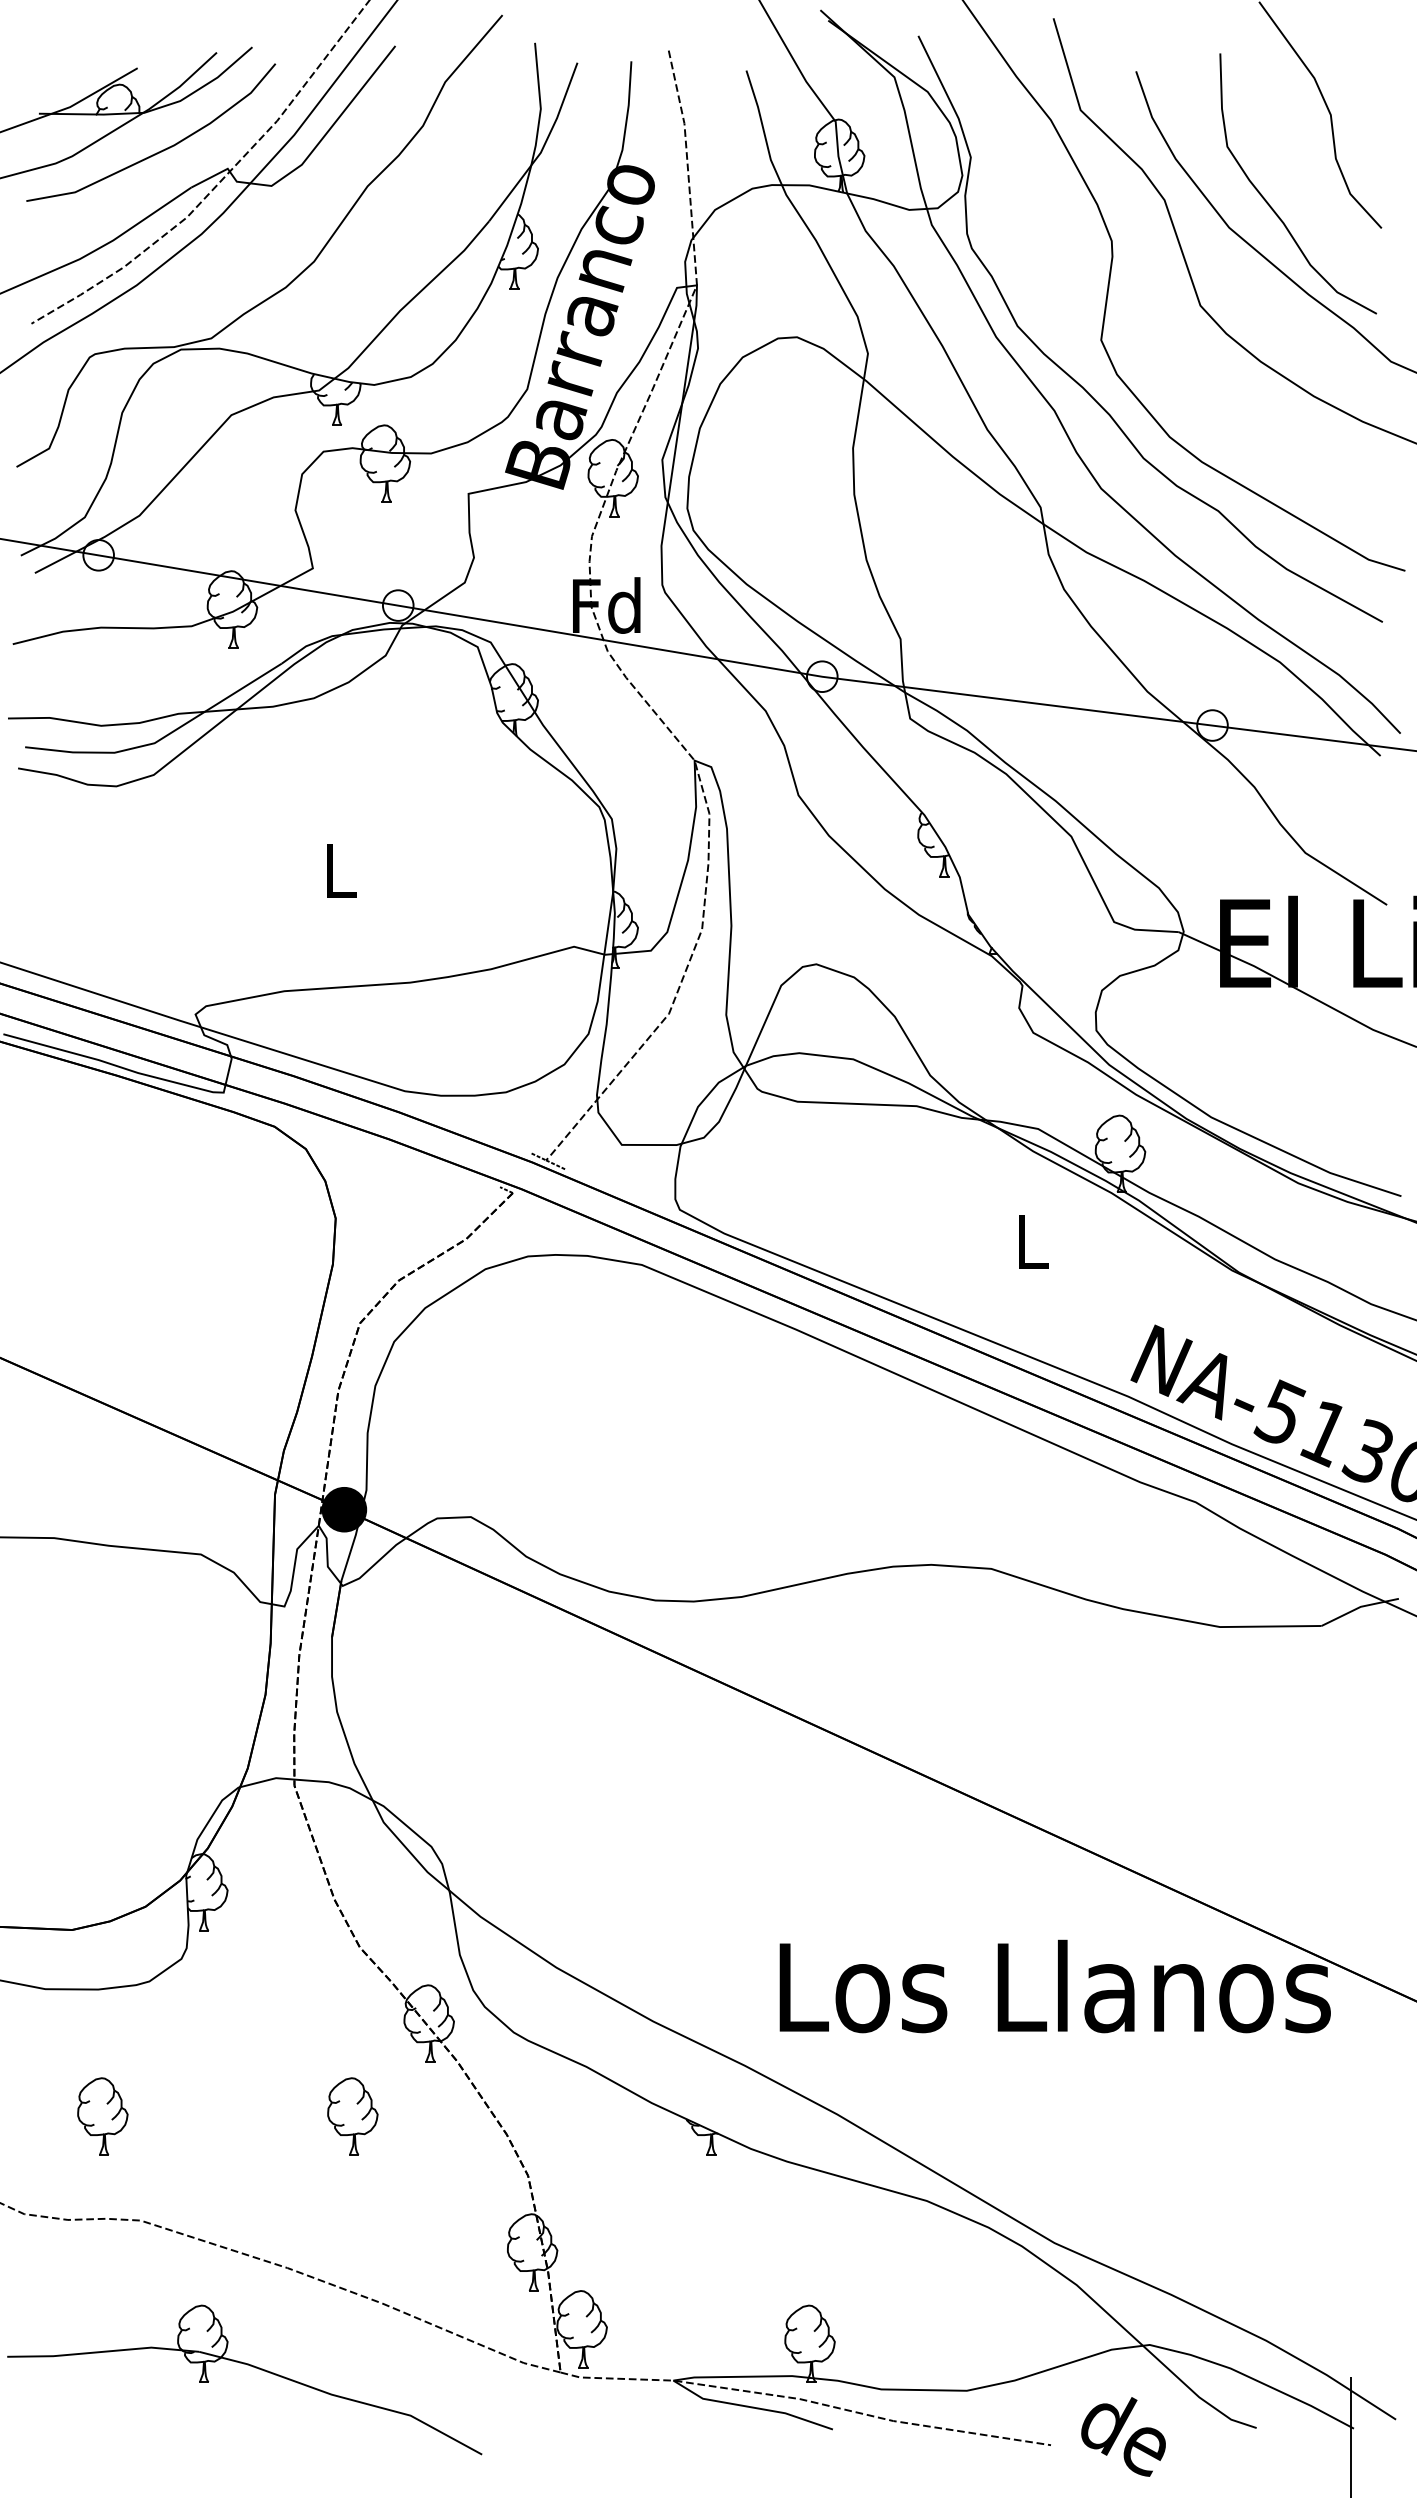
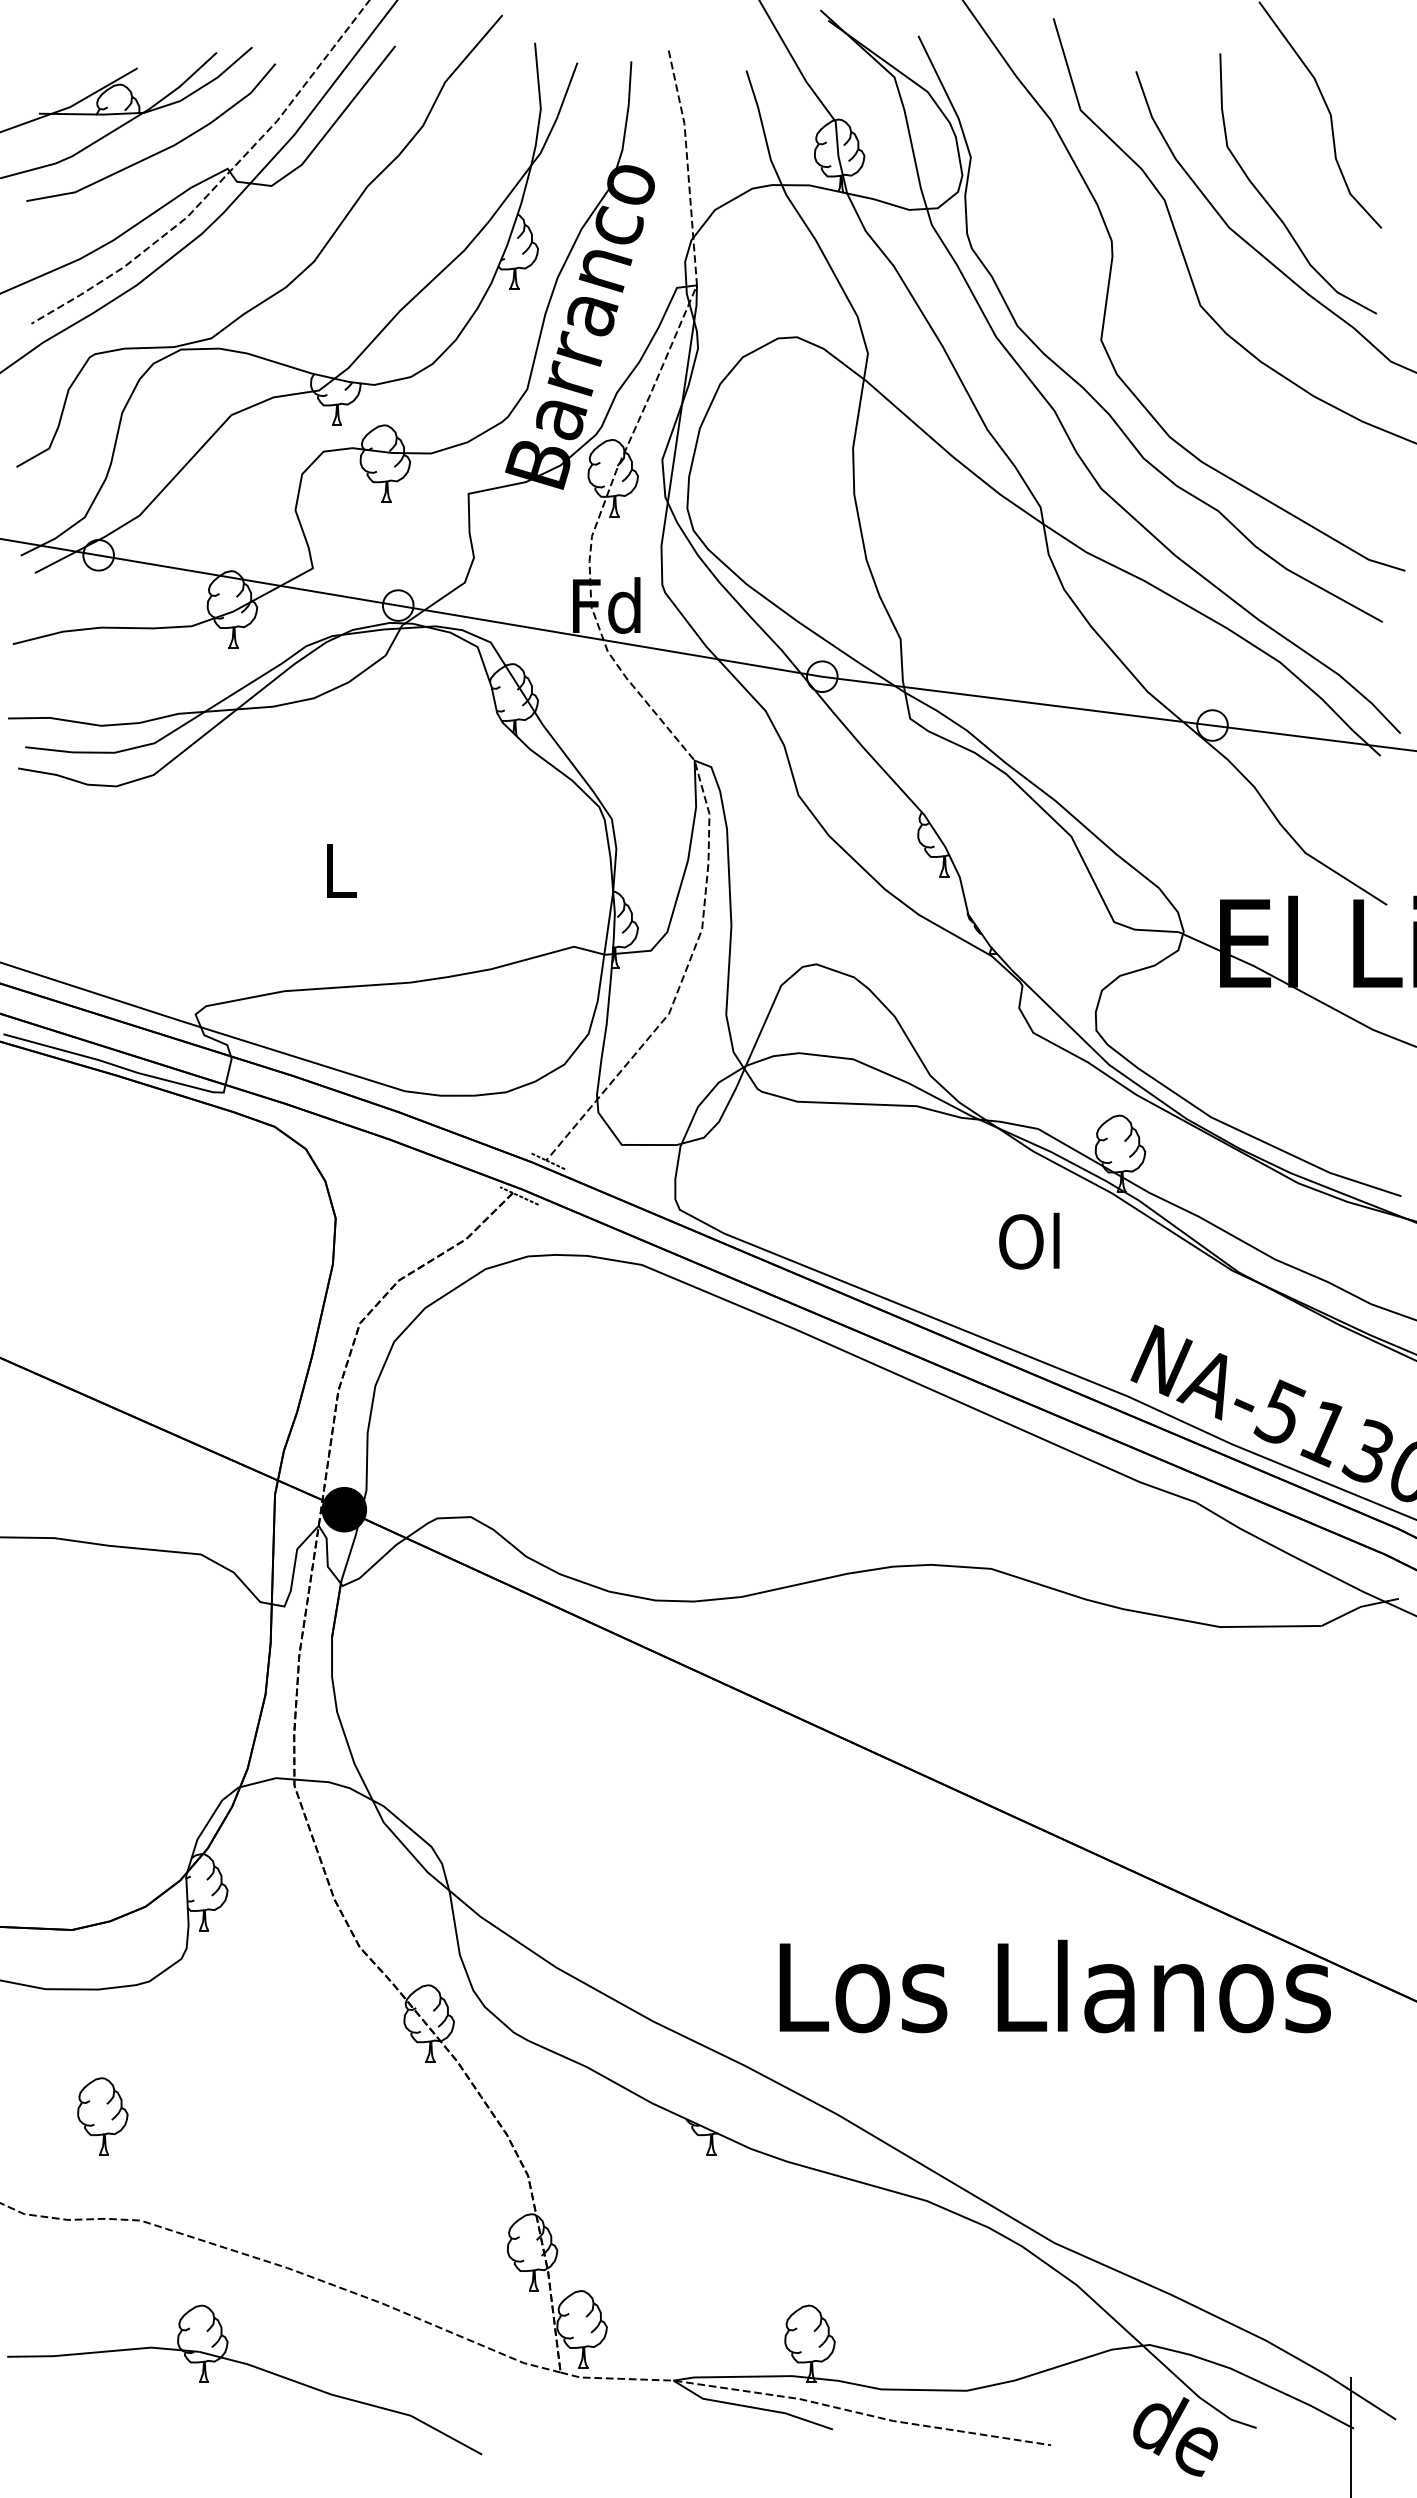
line at (525, 1198): none -> present
text at (1029, 1240): L -> Ol
part at (352, 2116): present -> none
text at (1123, 2436) position: (1123, 2436) -> (1175, 2436)
